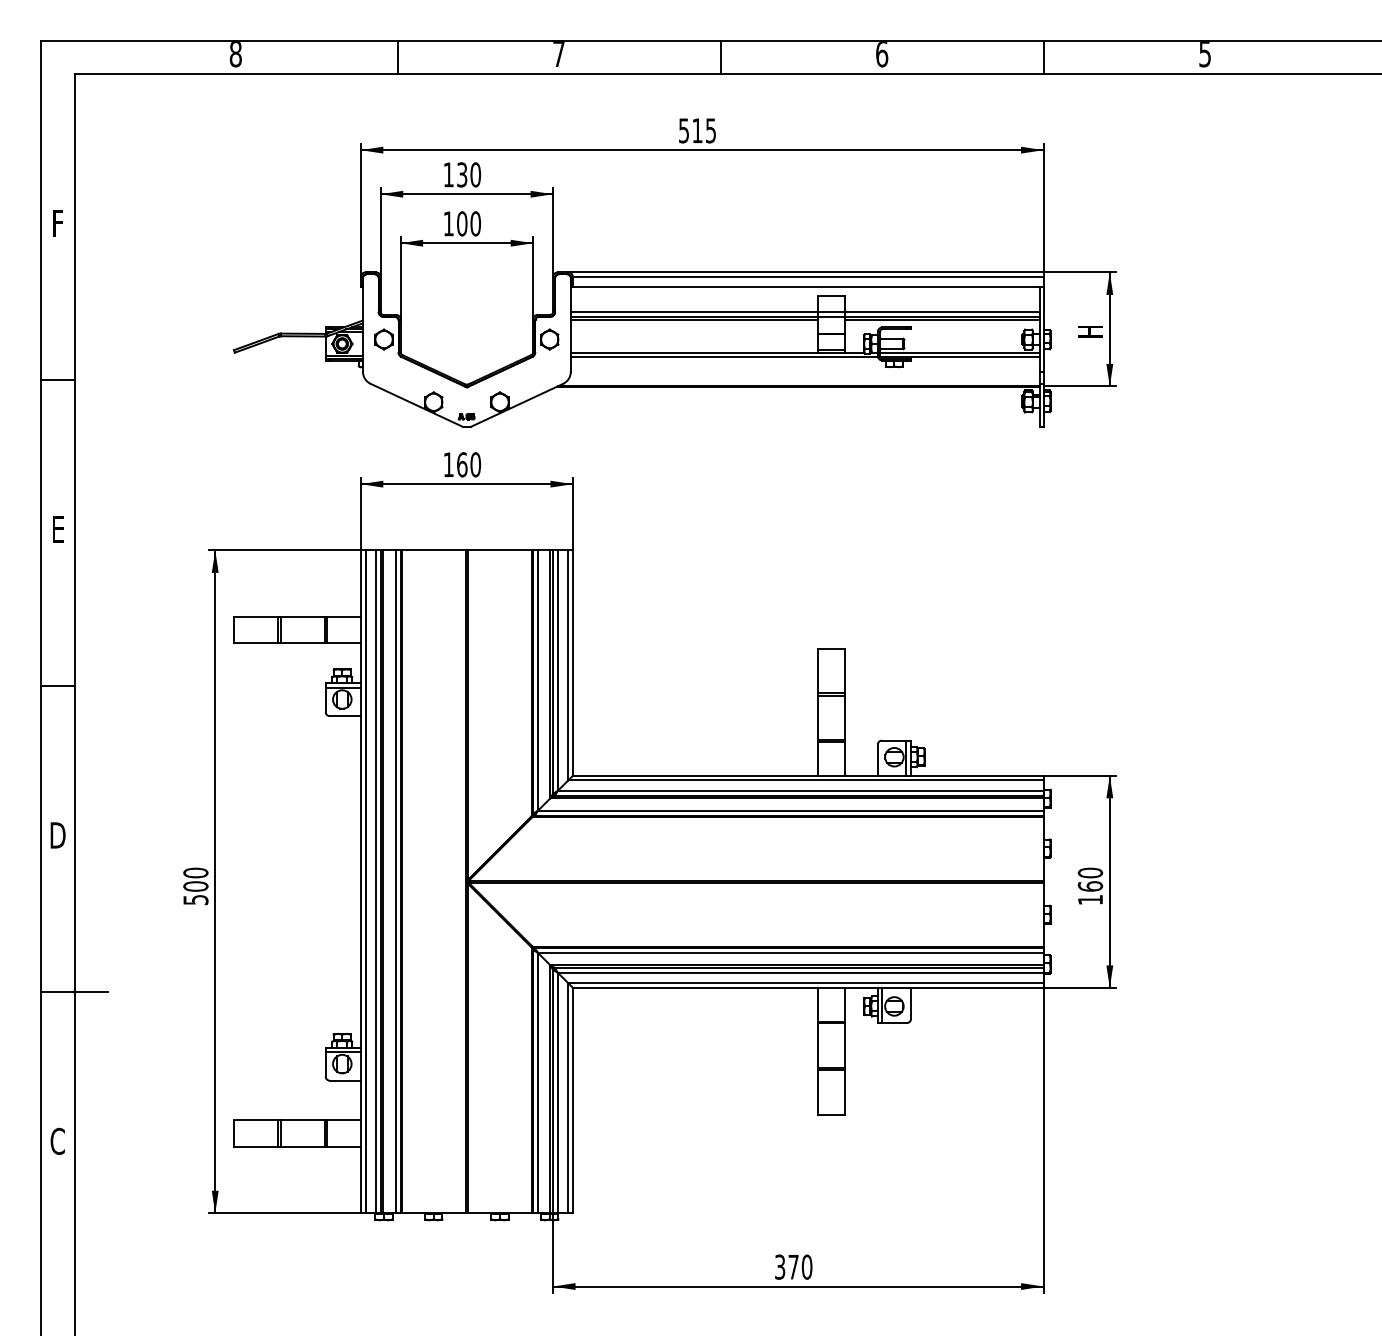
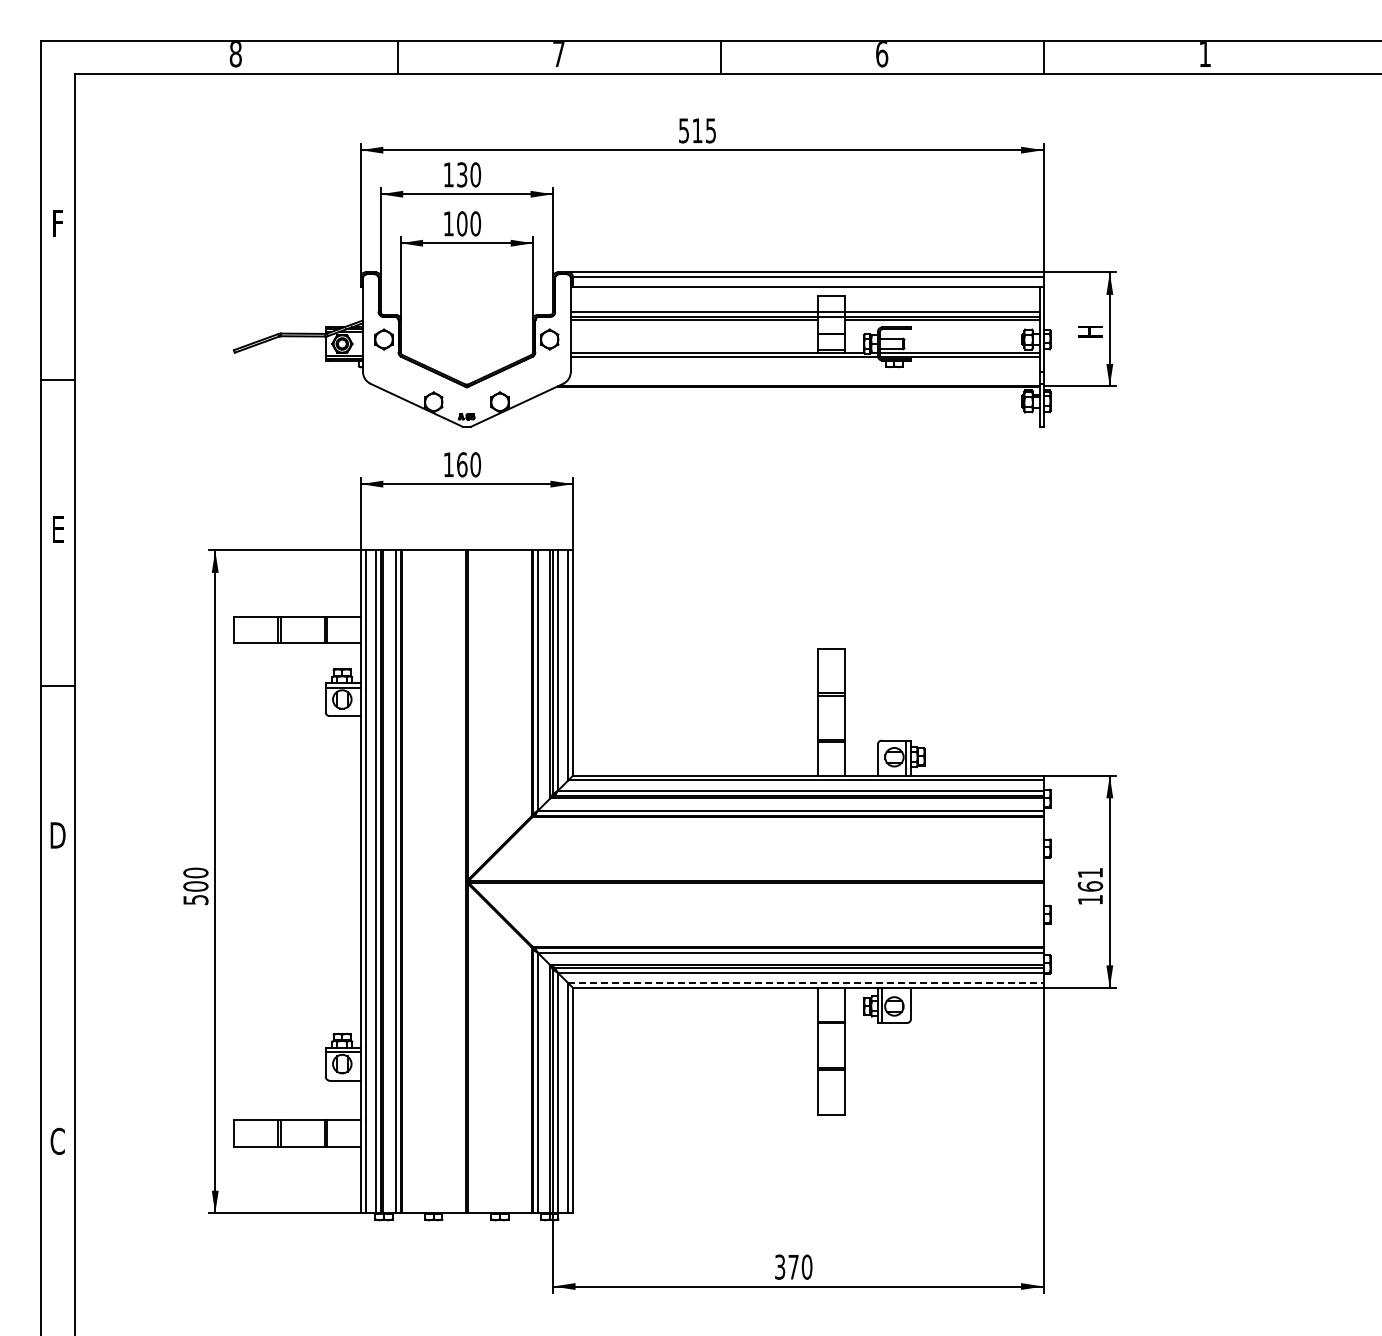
text at (1204, 54): 5 -> 1
text at (1090, 872): 160 -> 161
line at (805, 983): solid -> dashed
line at (74, 992): present -> none
